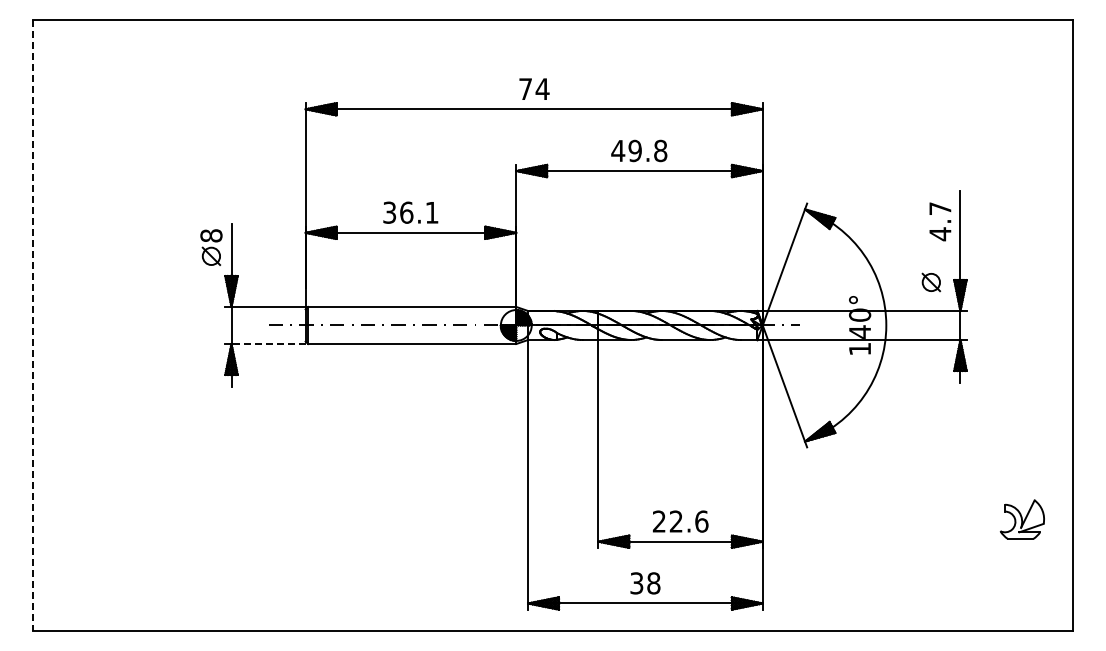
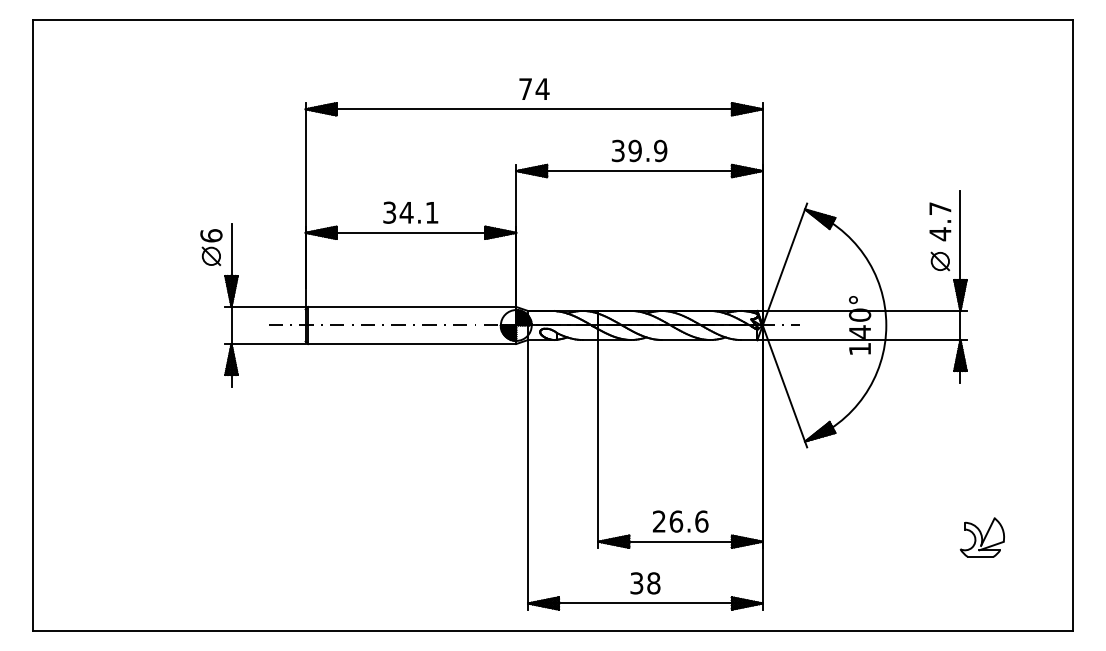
text at (639, 150): 49.8 -> 39.9
text at (406, 212): 36.1 -> 34.1
text at (211, 235): 8 -> 6
part at (931, 282) position: (931, 282) -> (940, 261)
line at (33, 325): dashed -> solid
line at (268, 344): dashed -> solid
part at (1021, 519) position: (1021, 519) -> (981, 537)
text at (676, 521): 22.6 -> 26.6
